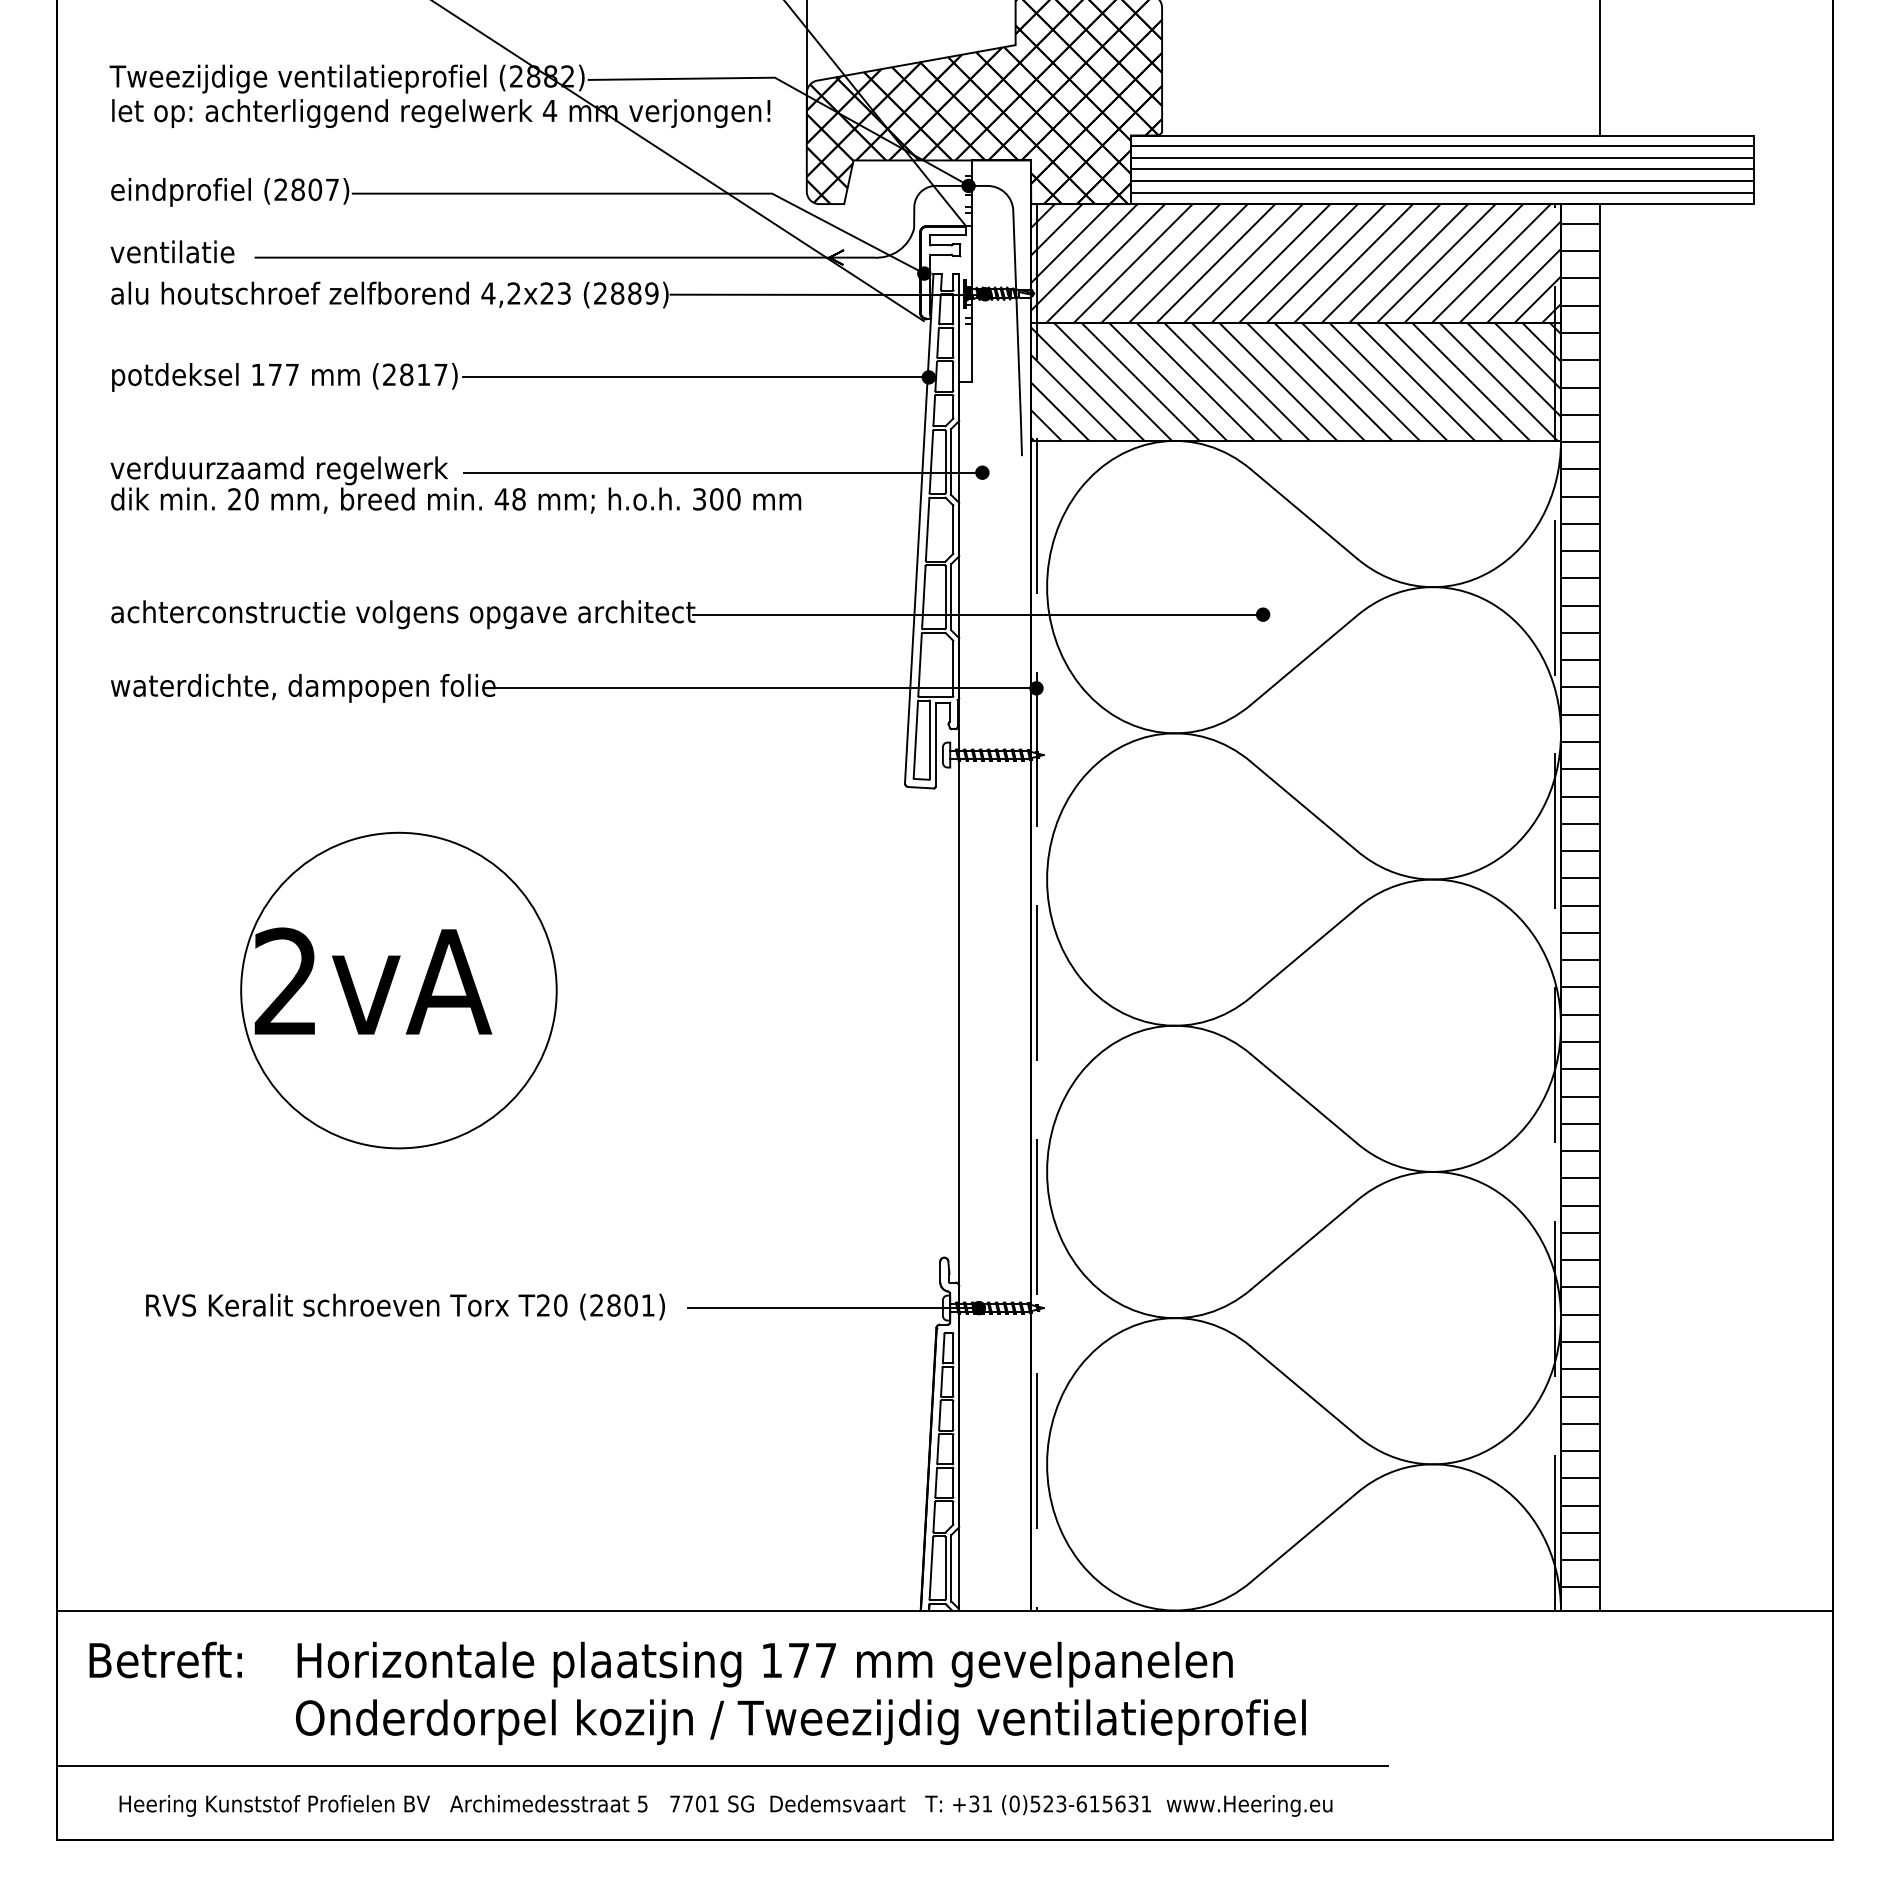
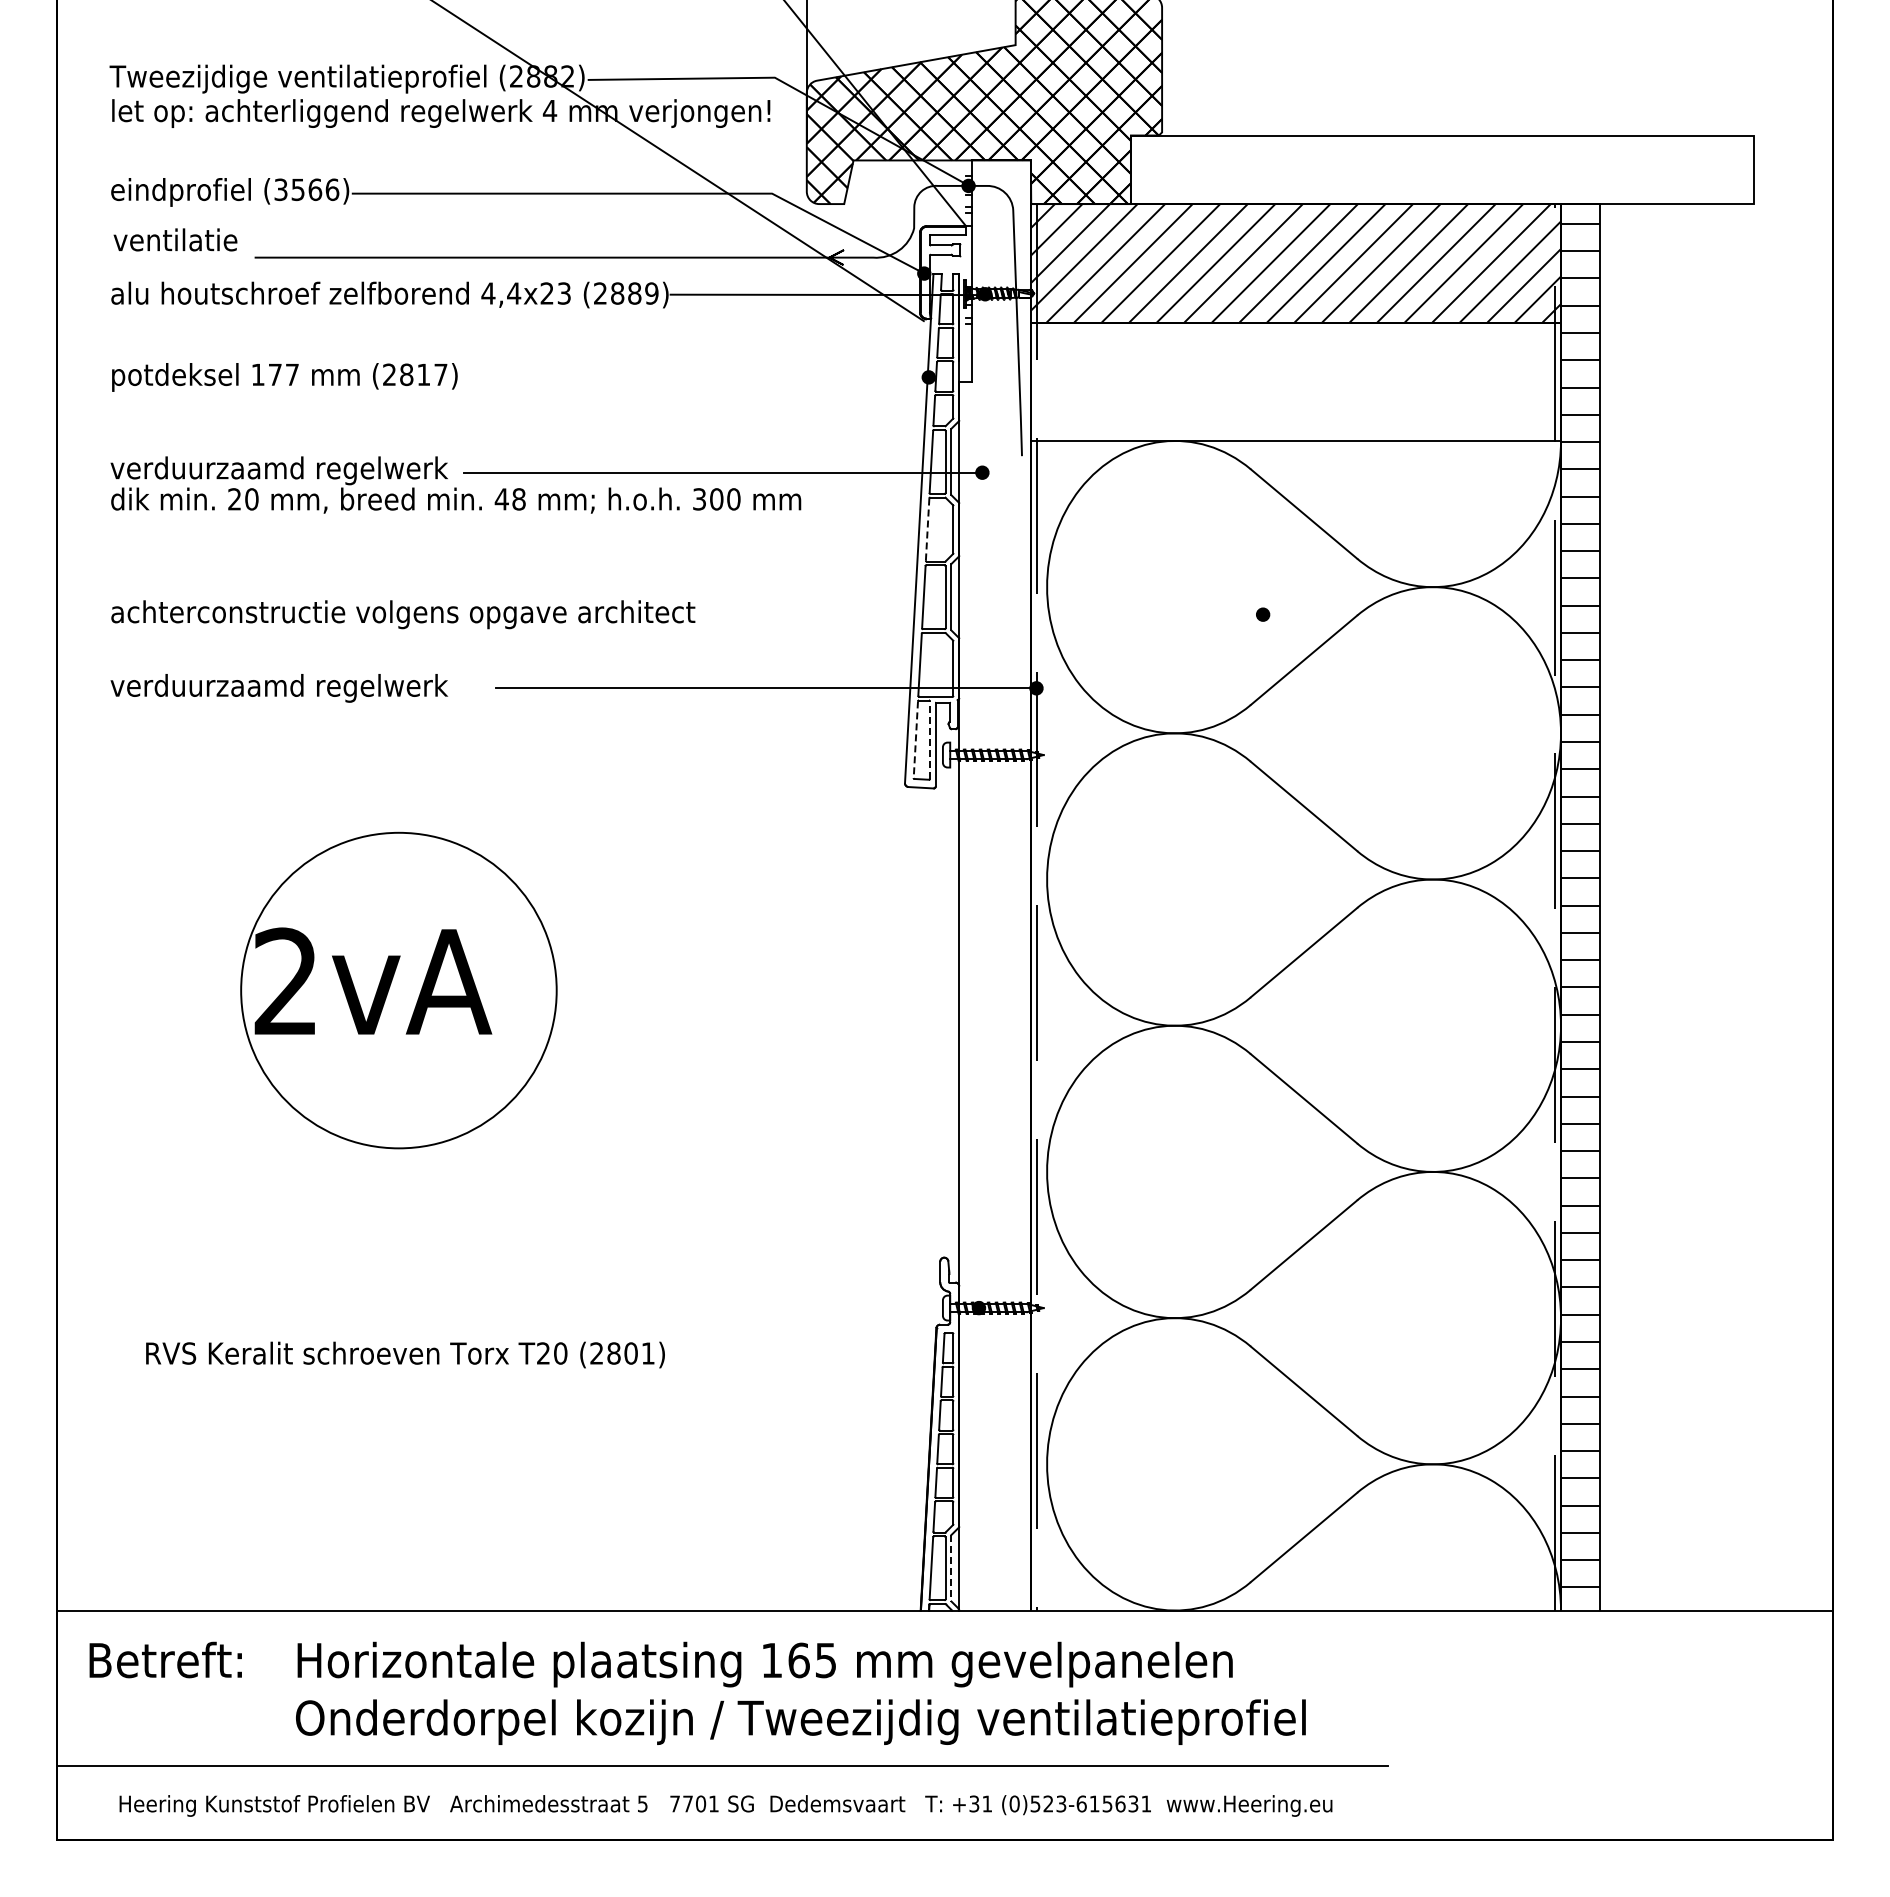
line at (1599, 68): present -> none
hatch at (1442, 168): present -> none
text at (306, 189): (2807) -> (3566)
text at (172, 251) position: (172, 251) -> (175, 239)
text at (514, 293): 4,2x23 -> 4,4x23
line at (694, 377): present -> none
hatch at (1296, 381): present -> none
line at (927, 530): solid -> dashed
line at (978, 614): present -> none
text at (302, 688): waterdichte, dampopen folie -> verduurzaamd regelwerk
line at (915, 740): solid -> dashed
line at (929, 740): solid -> dashed
text at (405, 1306) position: (405, 1306) -> (405, 1354)
line at (833, 1308): present -> none
line at (951, 1568): solid -> dashed
text at (811, 1660): 177 -> 165
